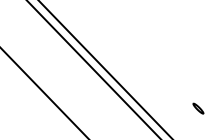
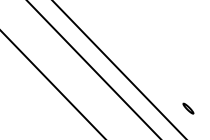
line at (104, 69) position: (104, 69) -> (118, 69)
line at (44, 92) position: (44, 92) -> (52, 84)
part at (198, 108) position: (198, 108) -> (188, 108)
